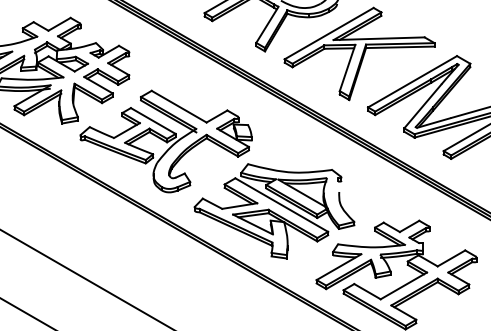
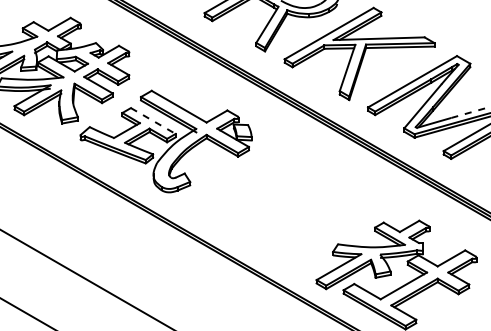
line at (471, 112): solid -> dashed
line at (153, 121): solid -> dashed
part at (274, 211): present -> none
